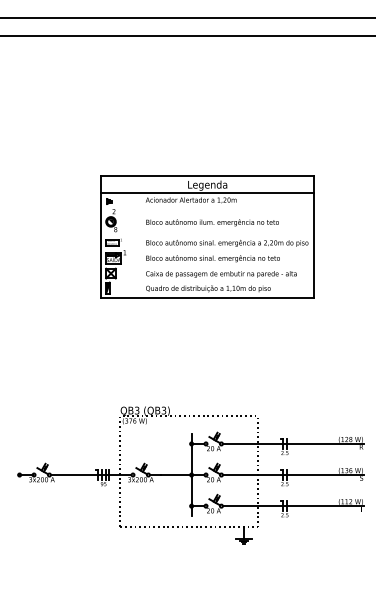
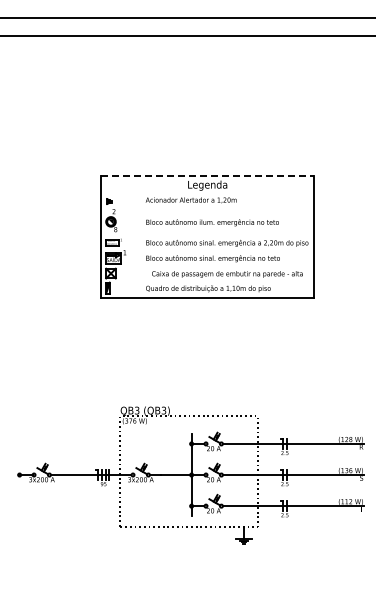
line at (207, 176): solid -> dashed
line at (207, 192): present -> none
text at (221, 274) position: (221, 274) -> (227, 274)
